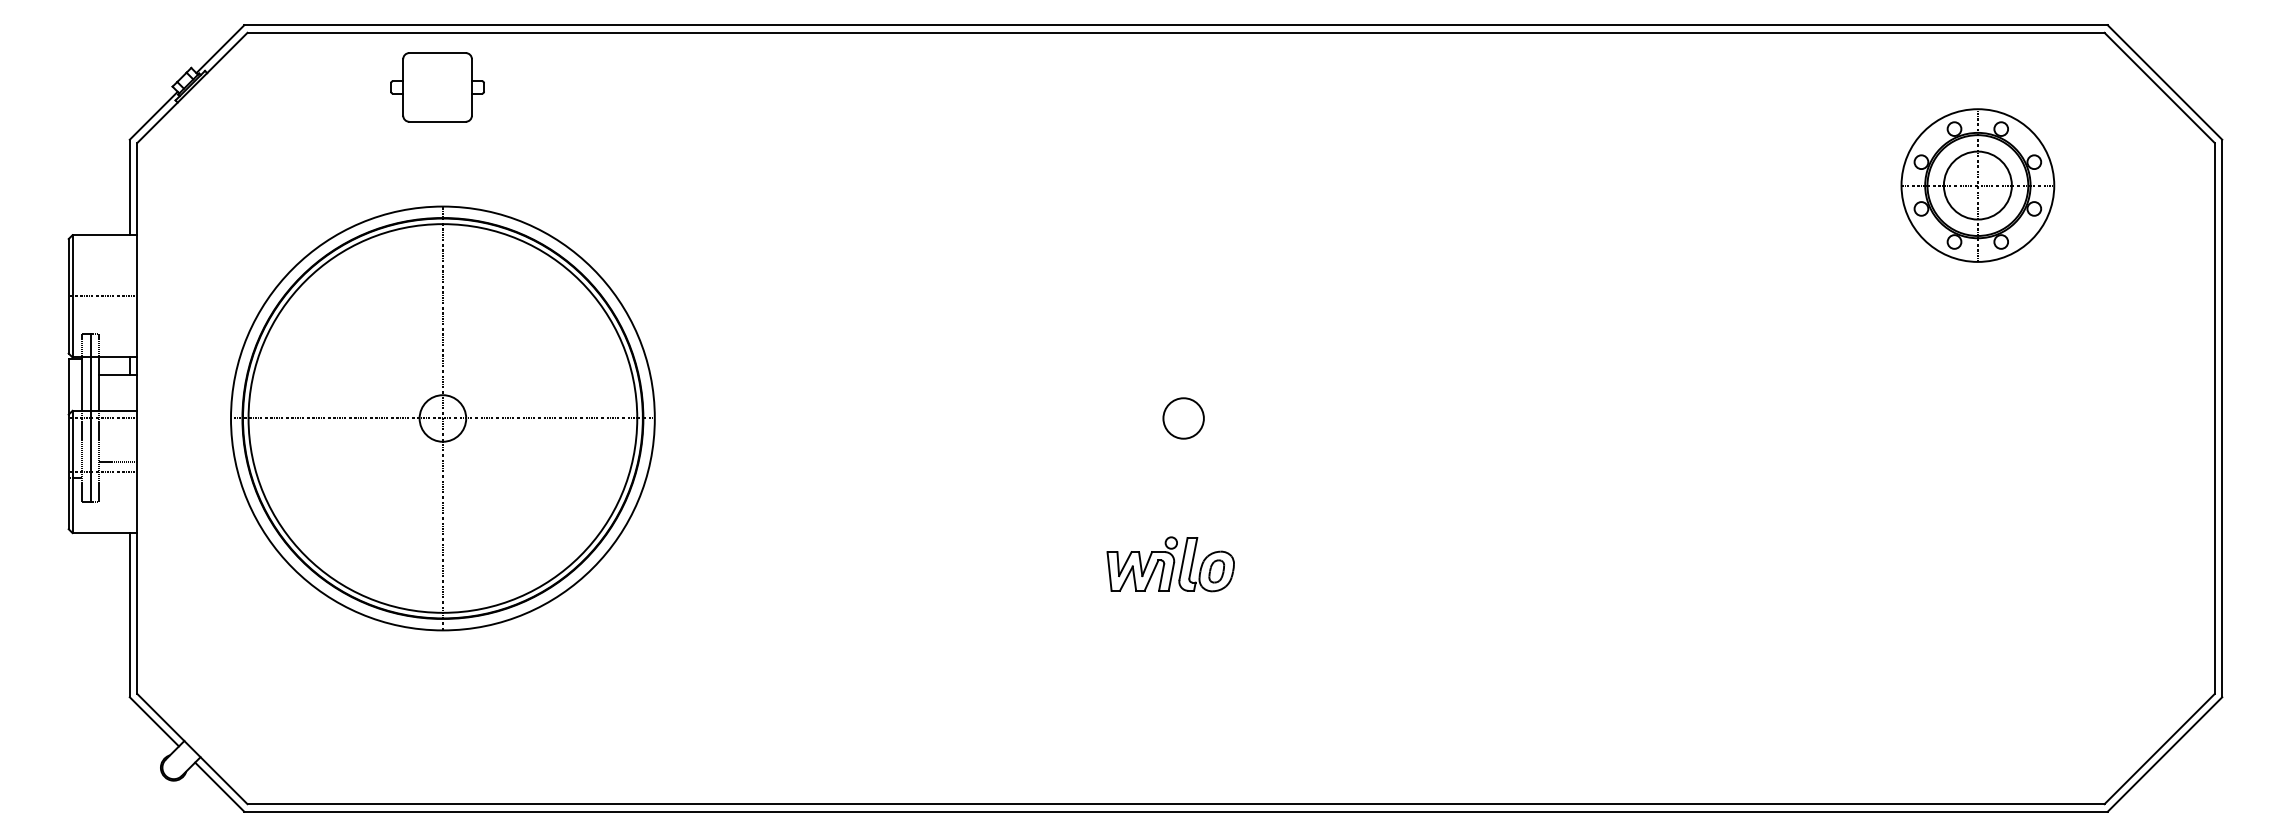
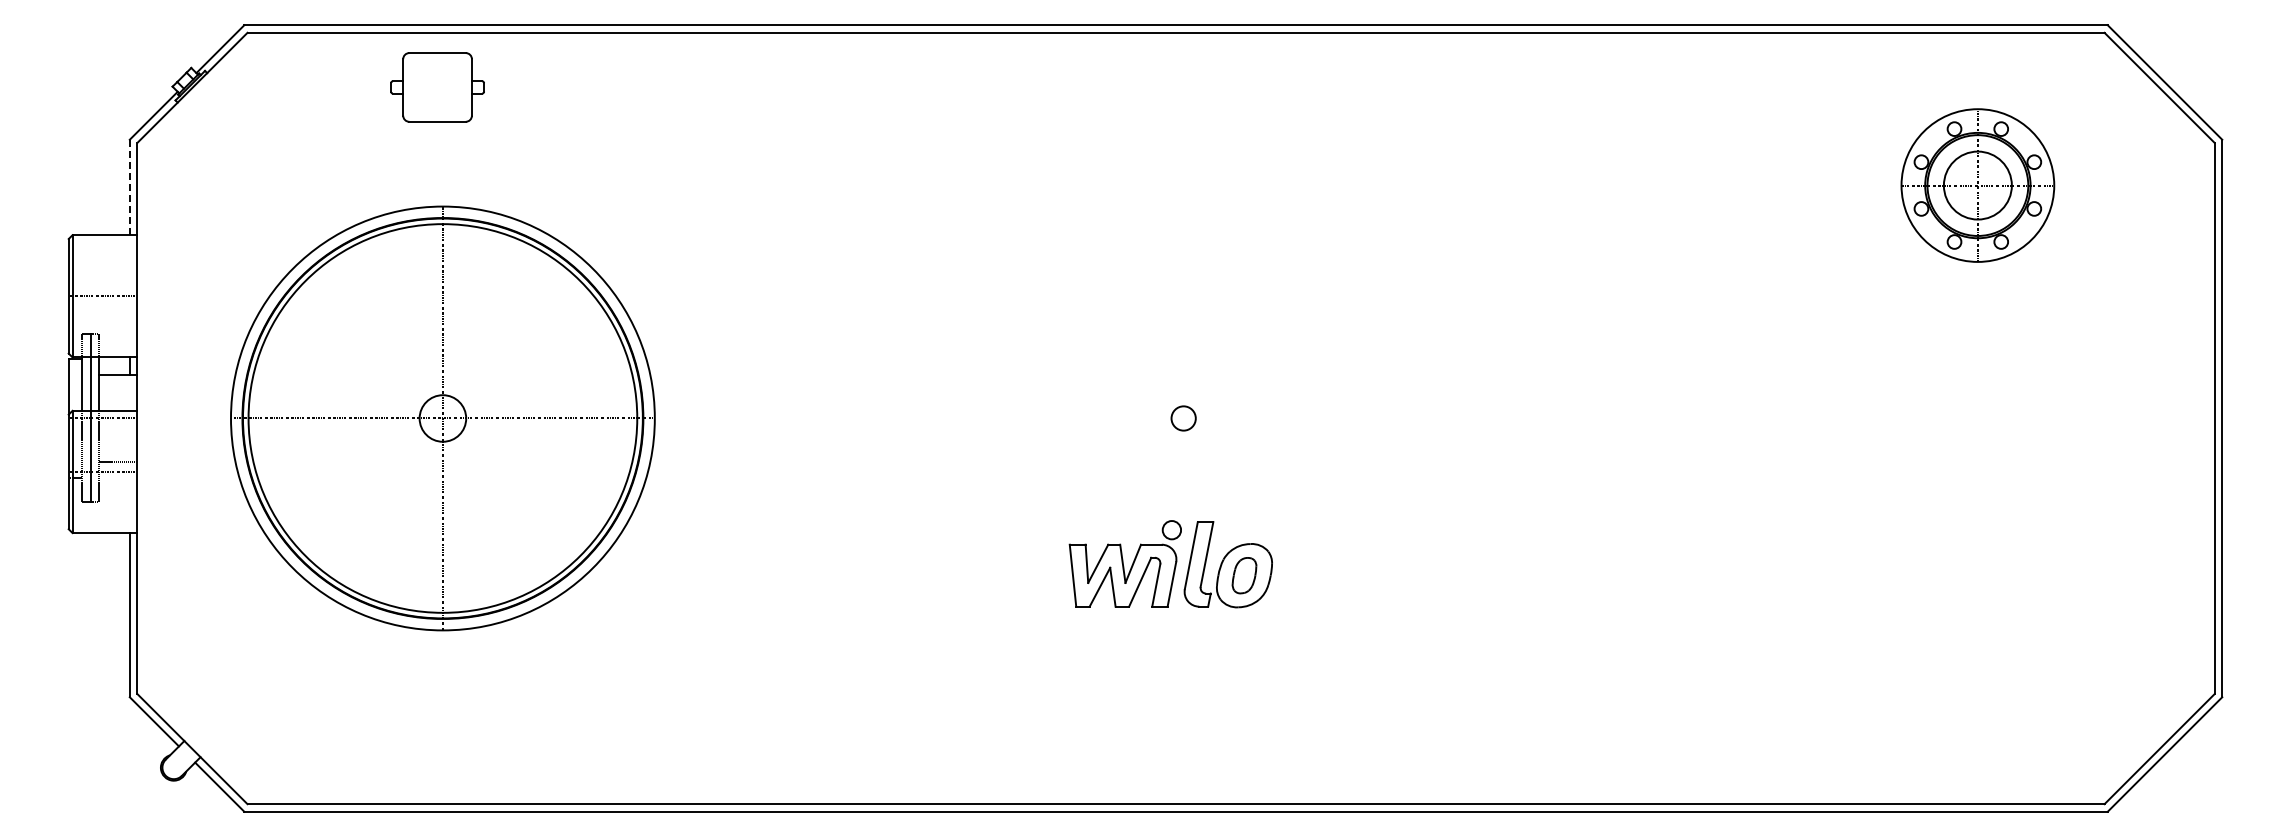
line at (129, 187): solid -> dashed
circle at (1183, 418) diameter: 40 px -> 24 px
part at (1170, 564) size: 129x57 px -> 205x89 px
